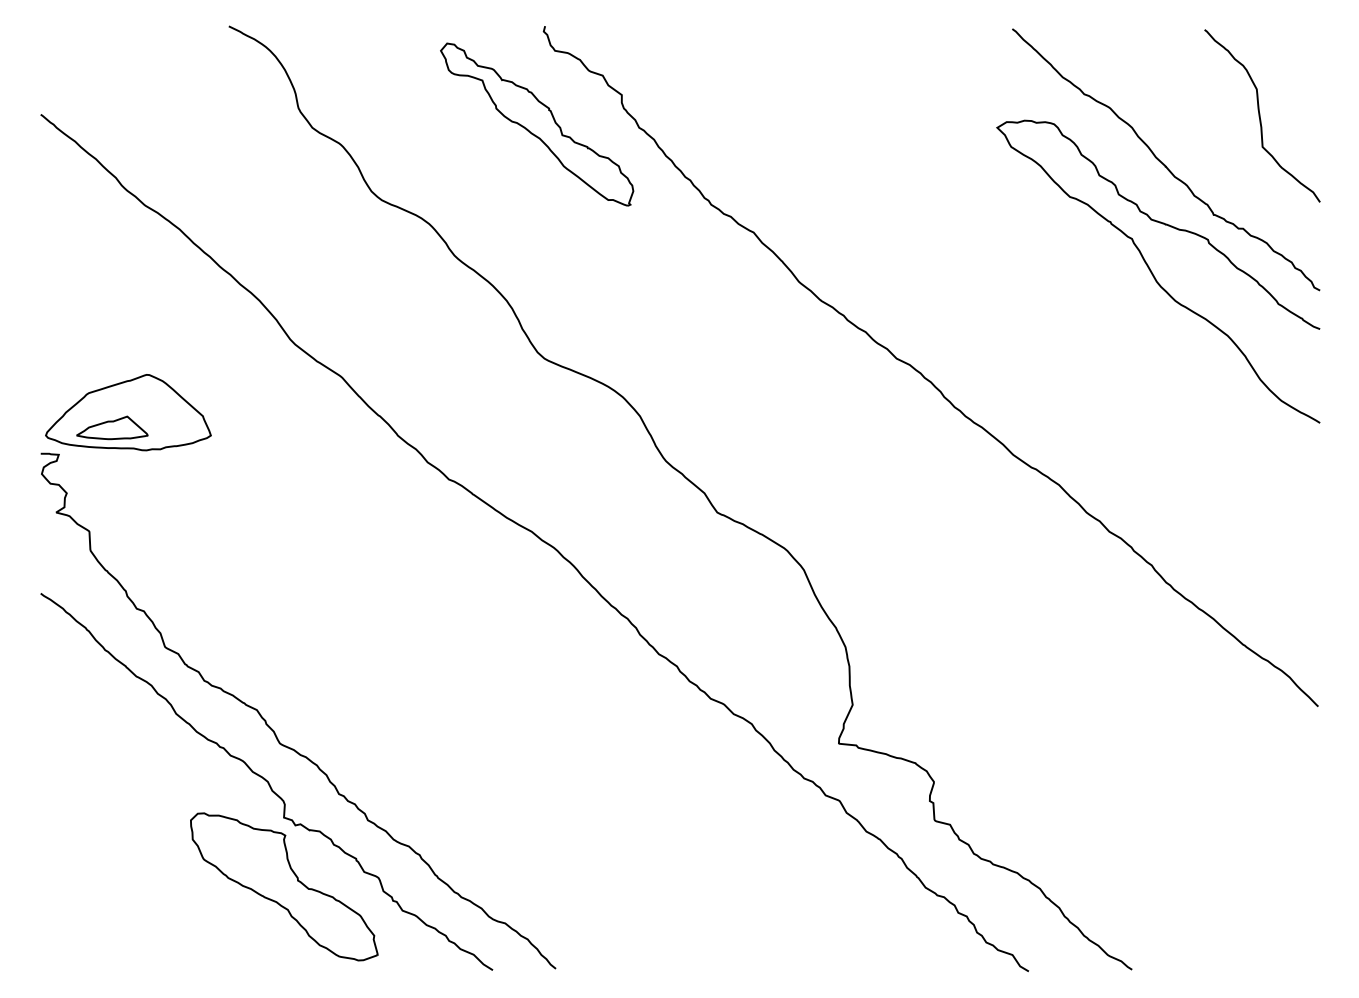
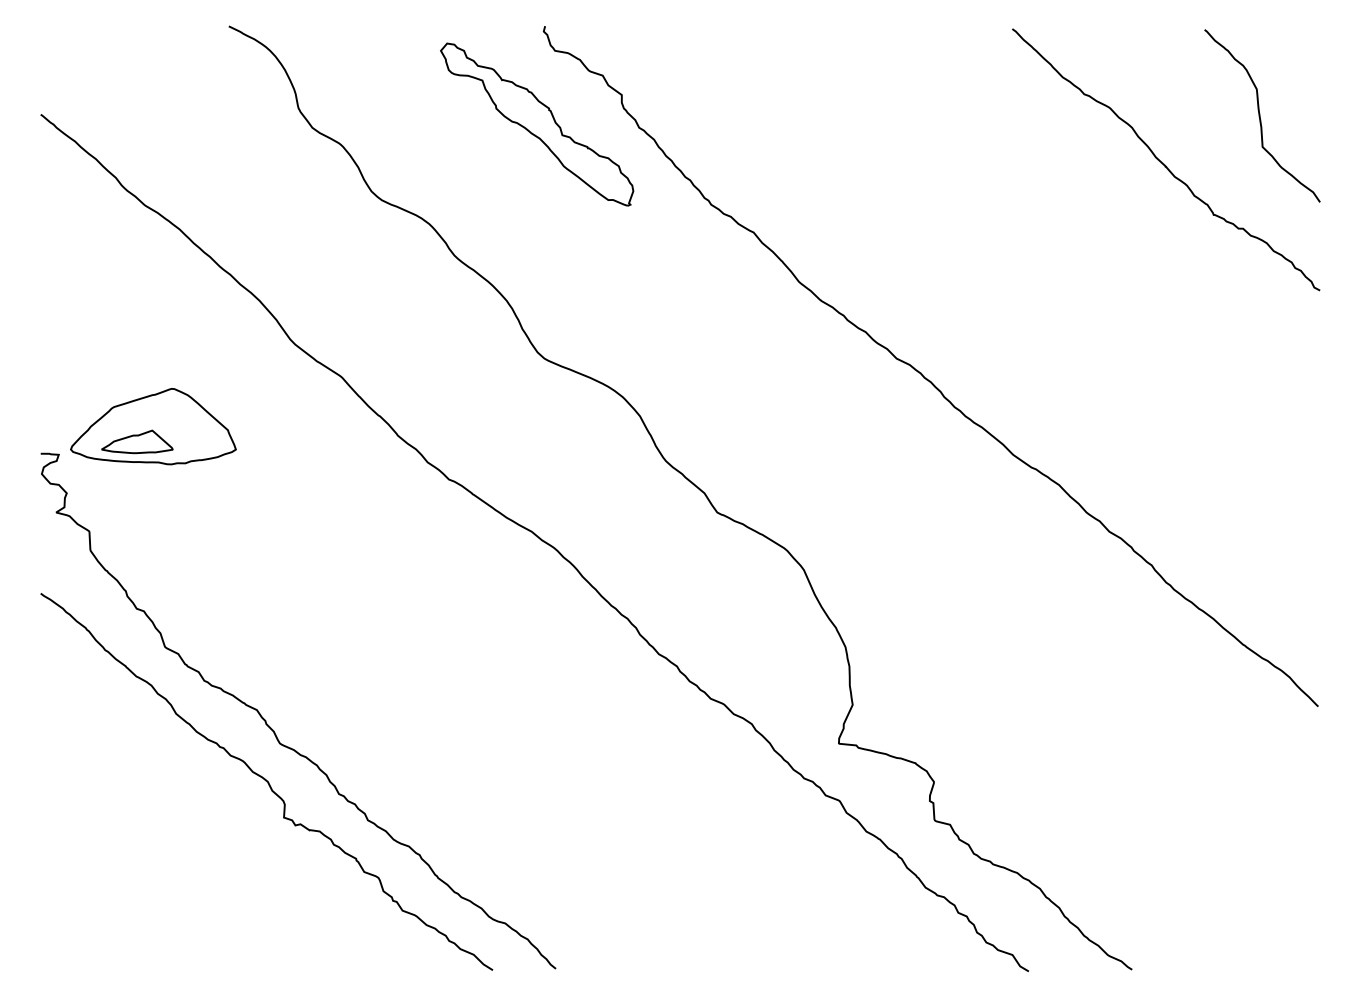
curve at (1153, 273): present -> none
part at (128, 412) position: (128, 412) -> (153, 426)
part at (284, 886): present -> none
